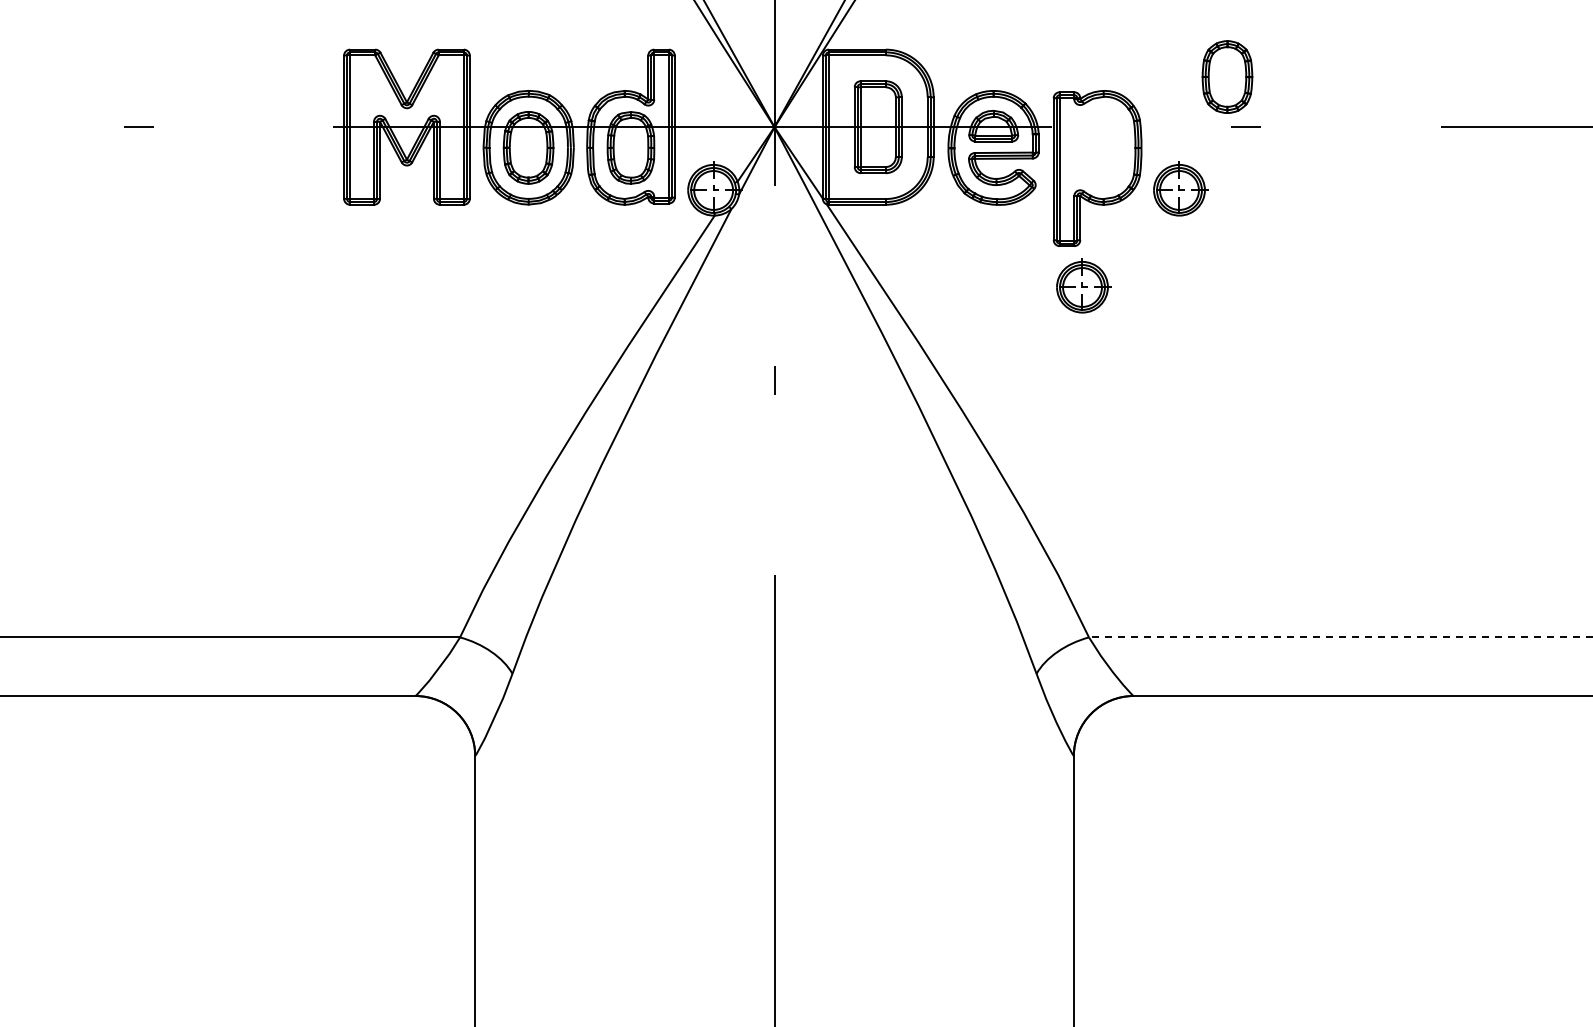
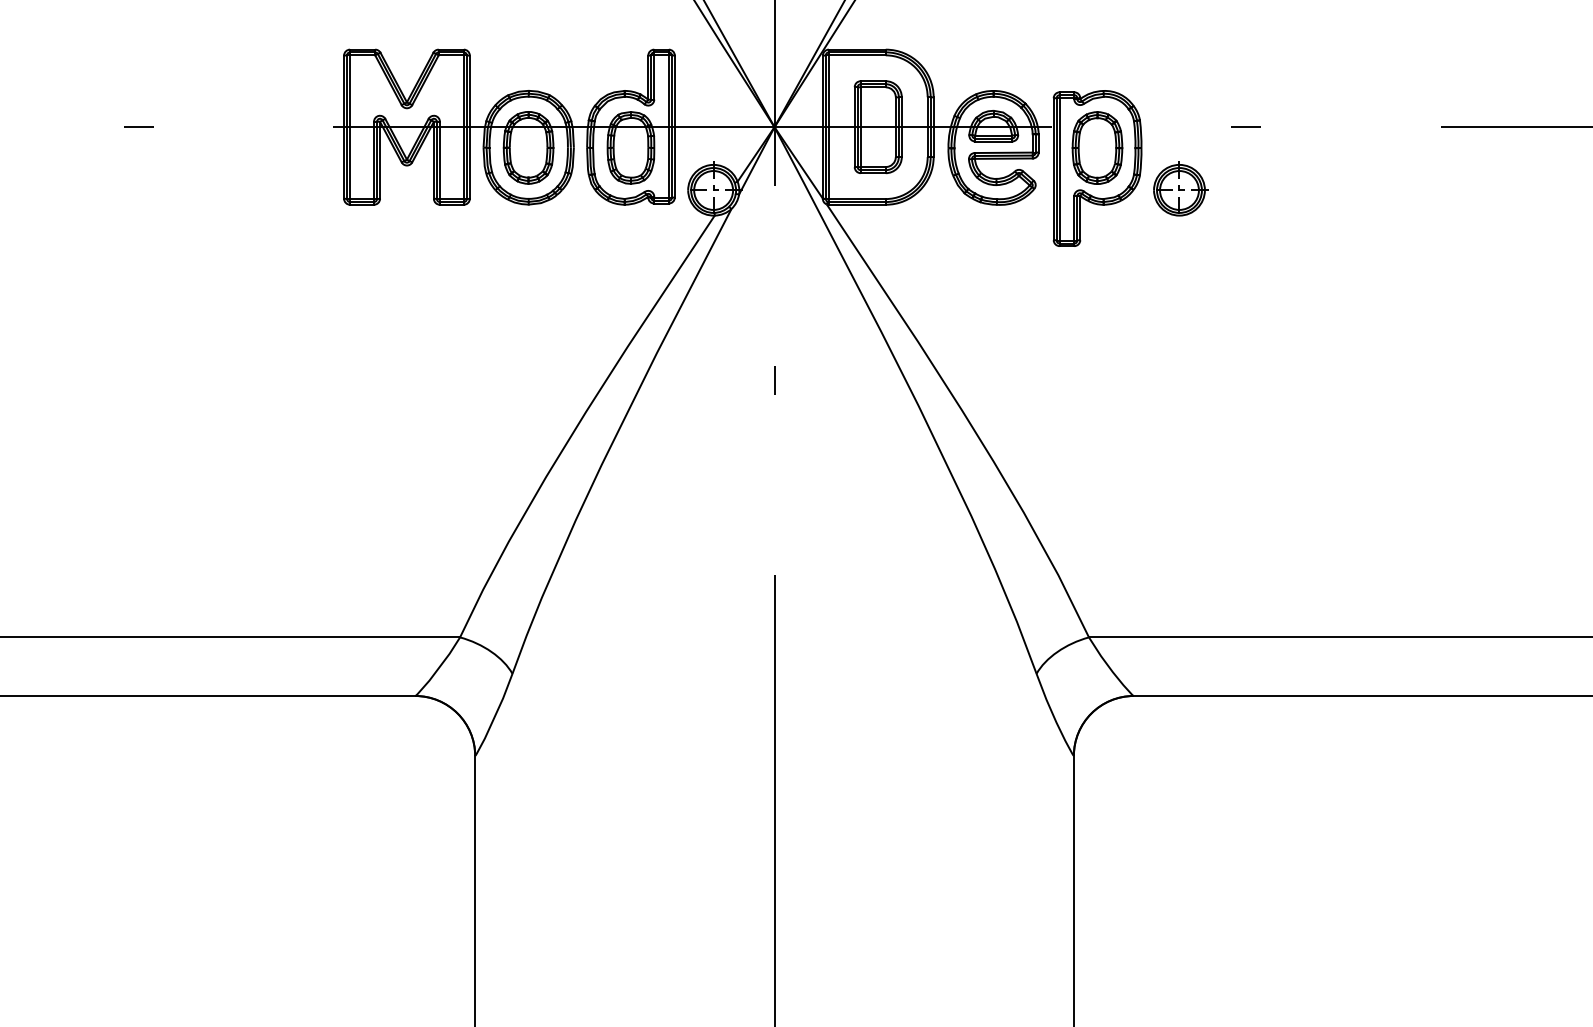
part at (1227, 76) position: (1227, 76) -> (1097, 147)
part at (1083, 285): present -> none
line at (1340, 637): dashed -> solid
